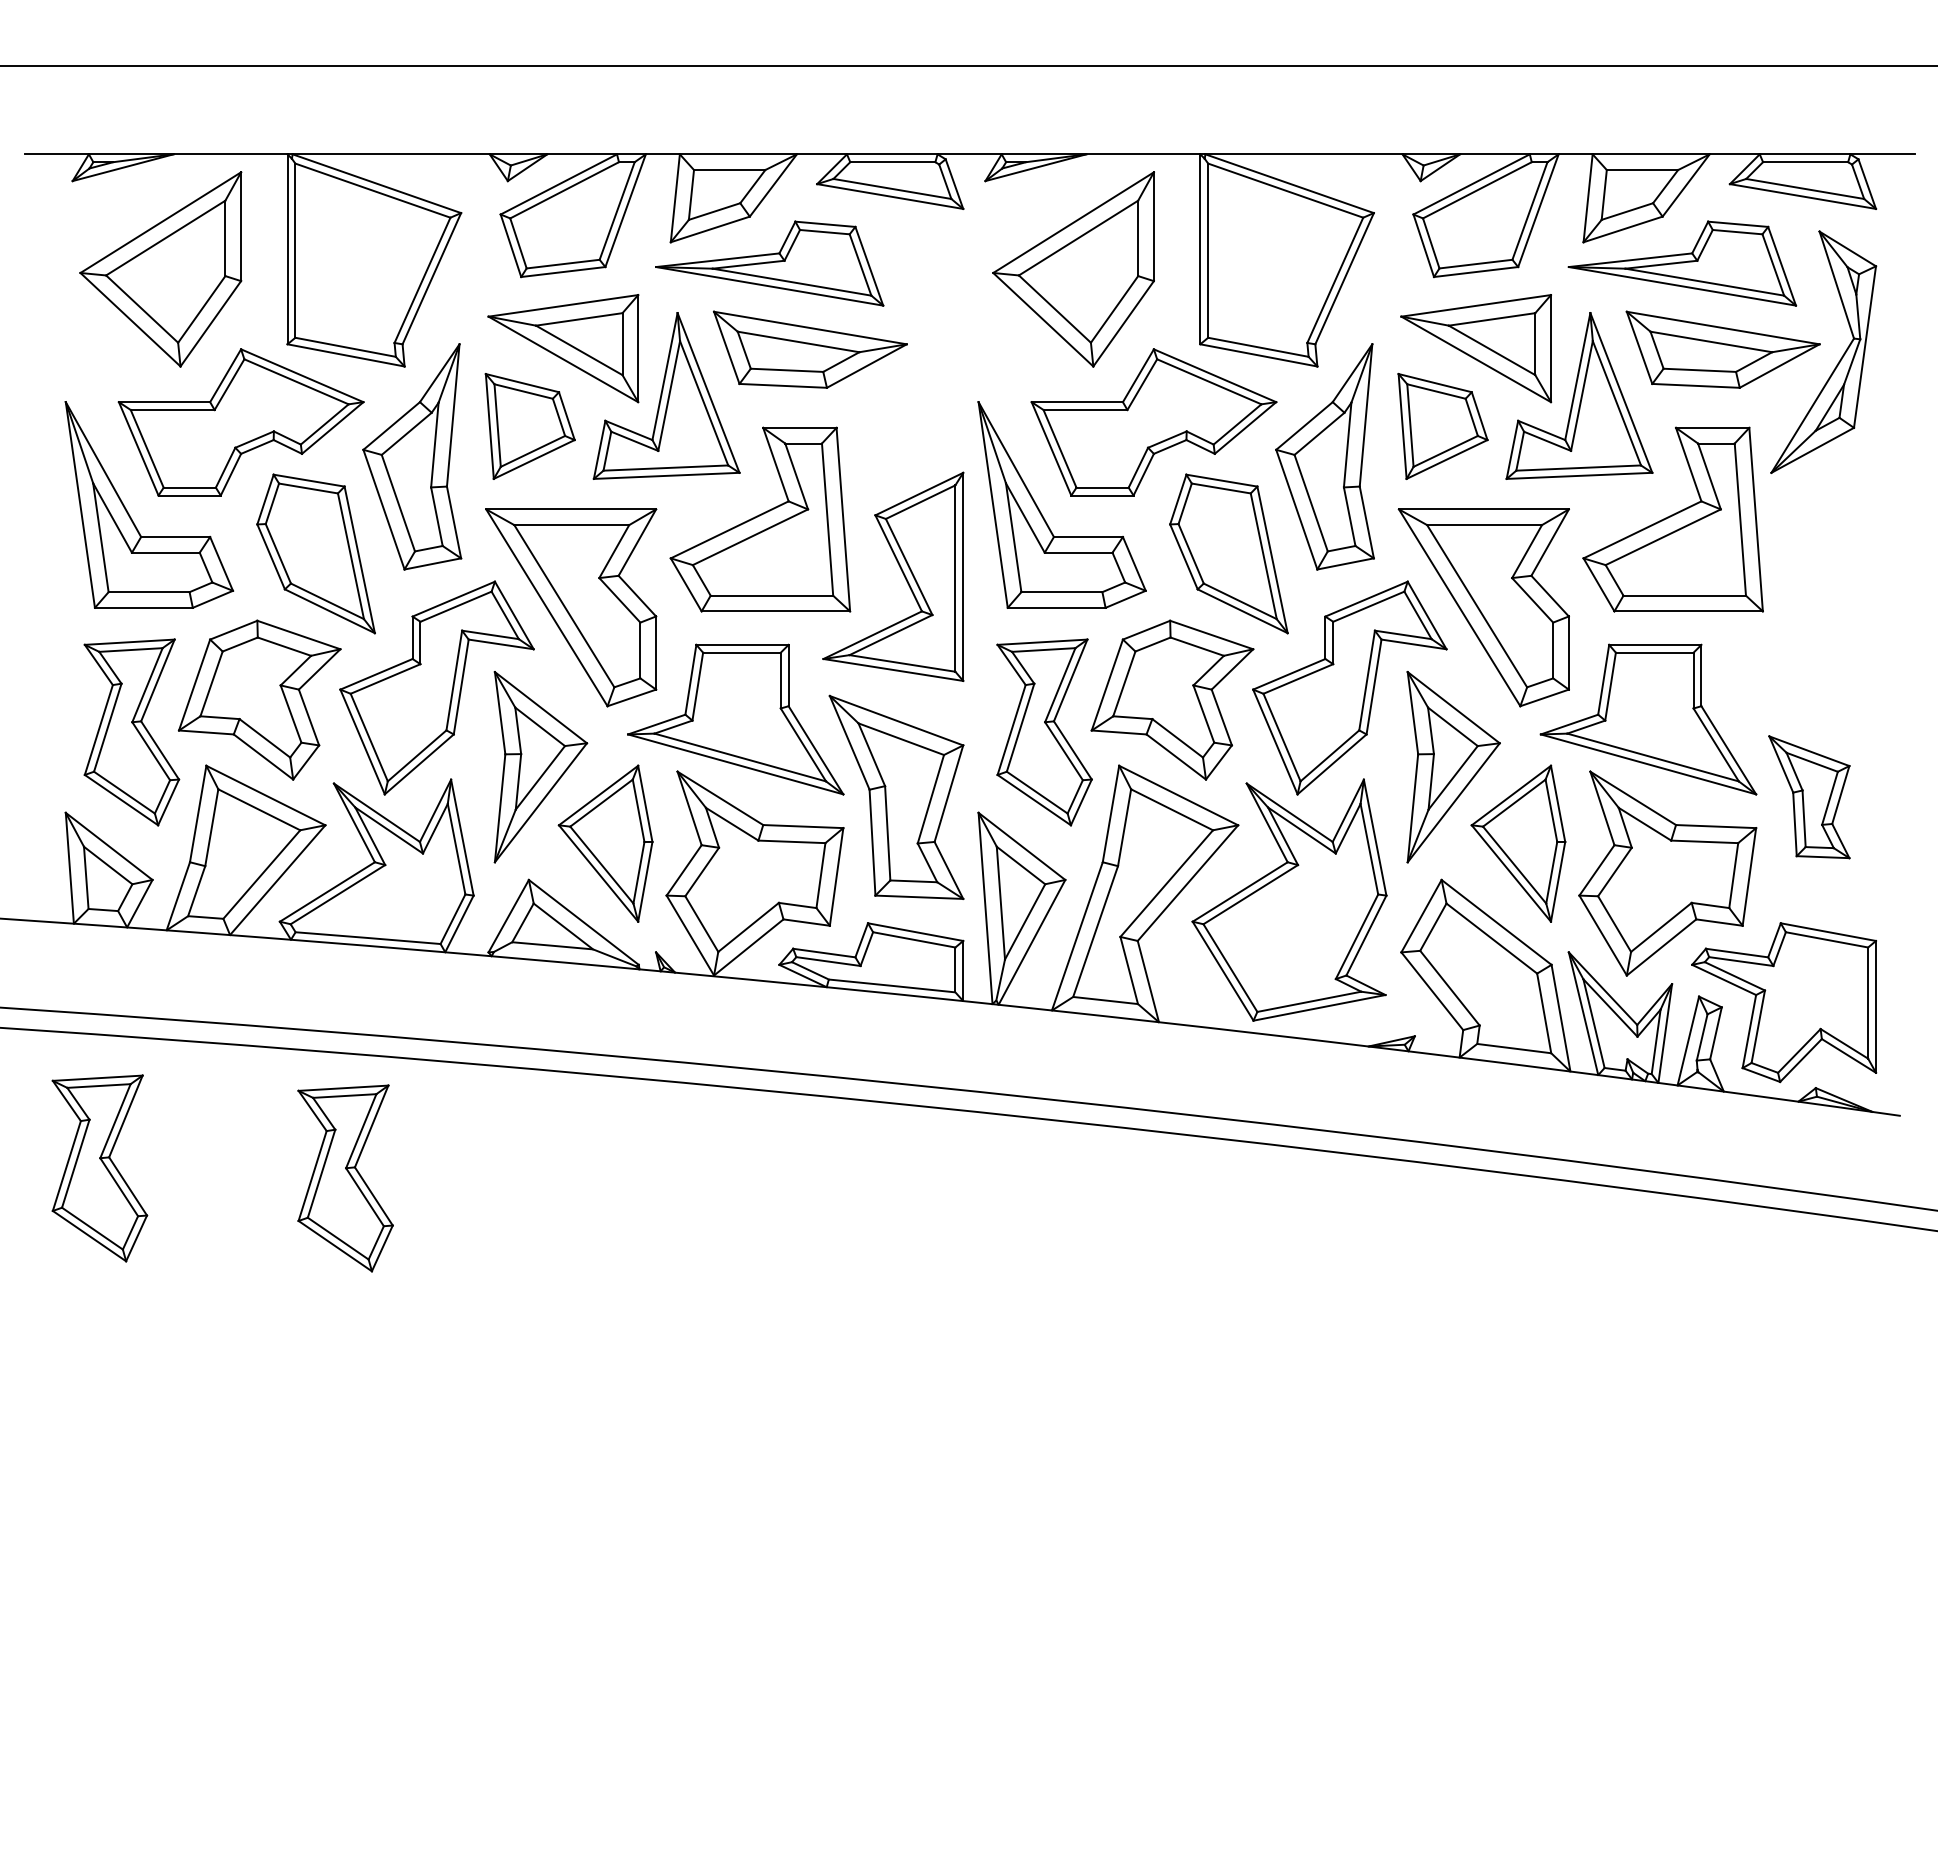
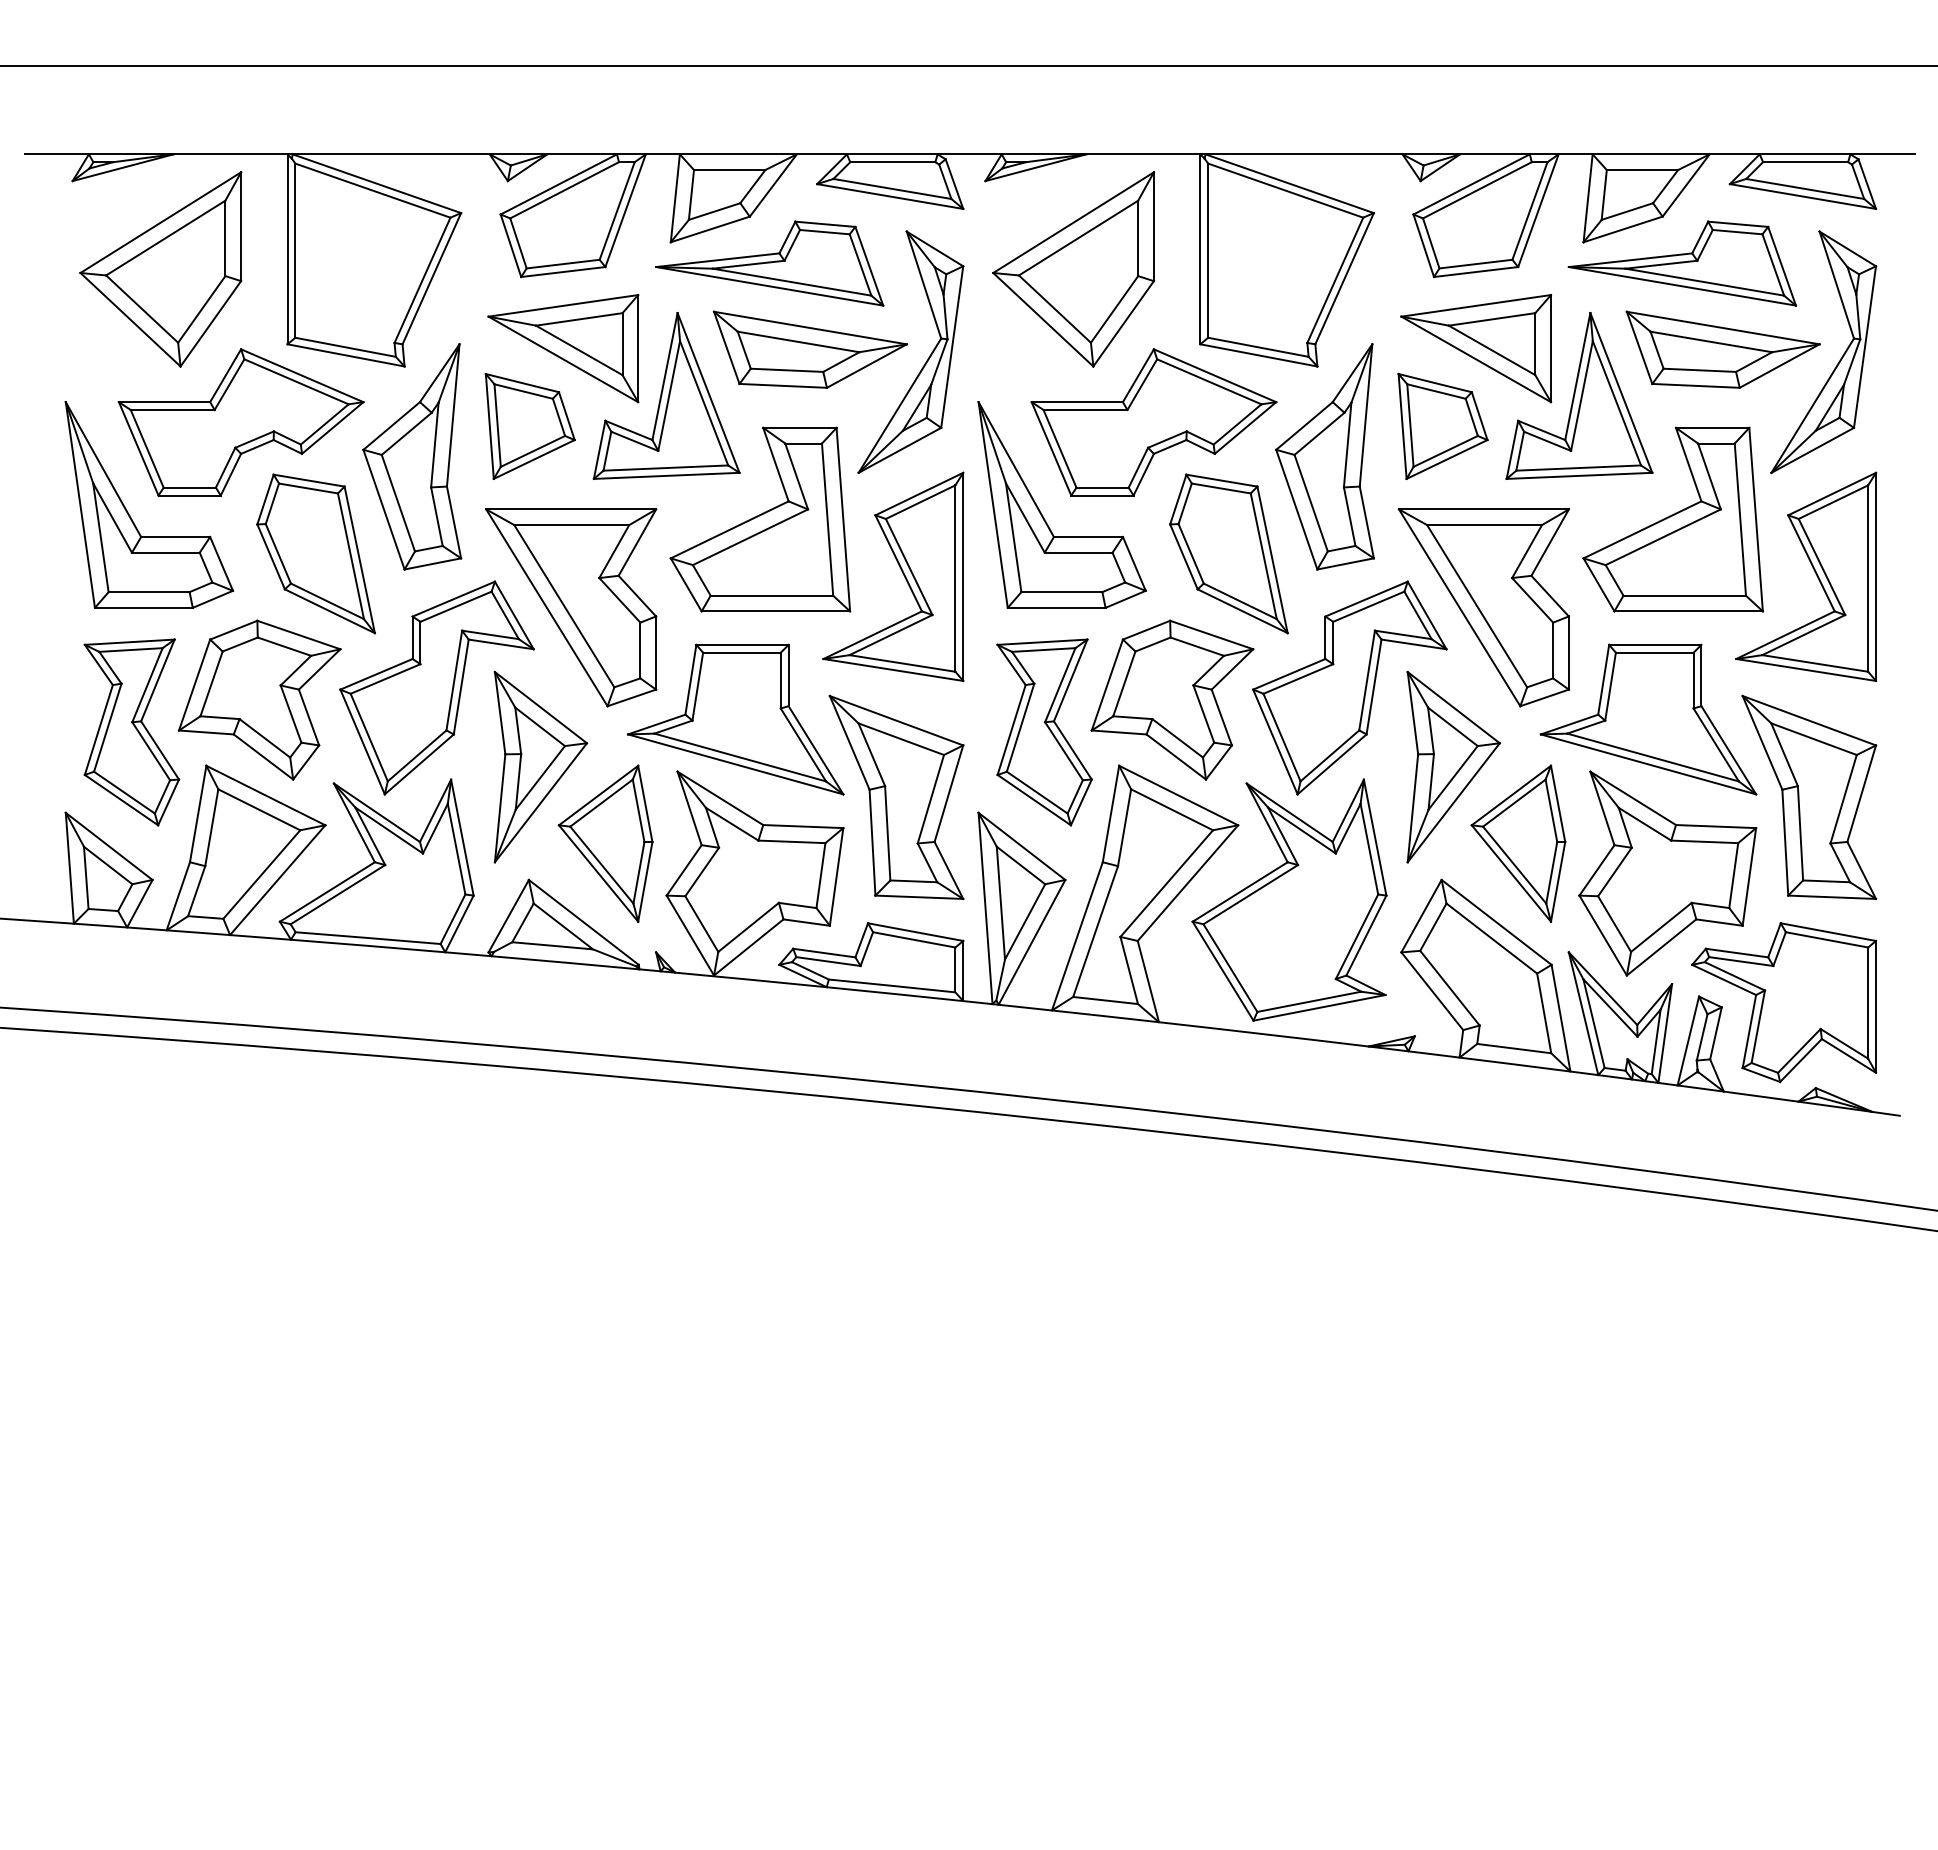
part at (926, 360): none -> present
part at (1814, 572): none -> present
part at (1809, 797) size: 83x125 px -> 137x206 px
part at (99, 1168): present -> none
part at (345, 1178): present -> none
